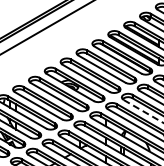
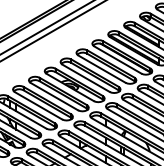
line at (52, 31): none -> present
line at (143, 111): dashed -> solid
